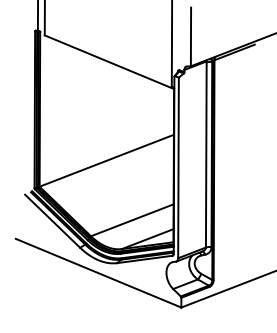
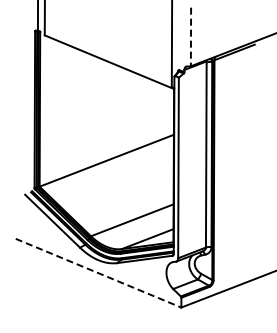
line at (190, 37): solid -> dashed
line at (98, 273): solid -> dashed
